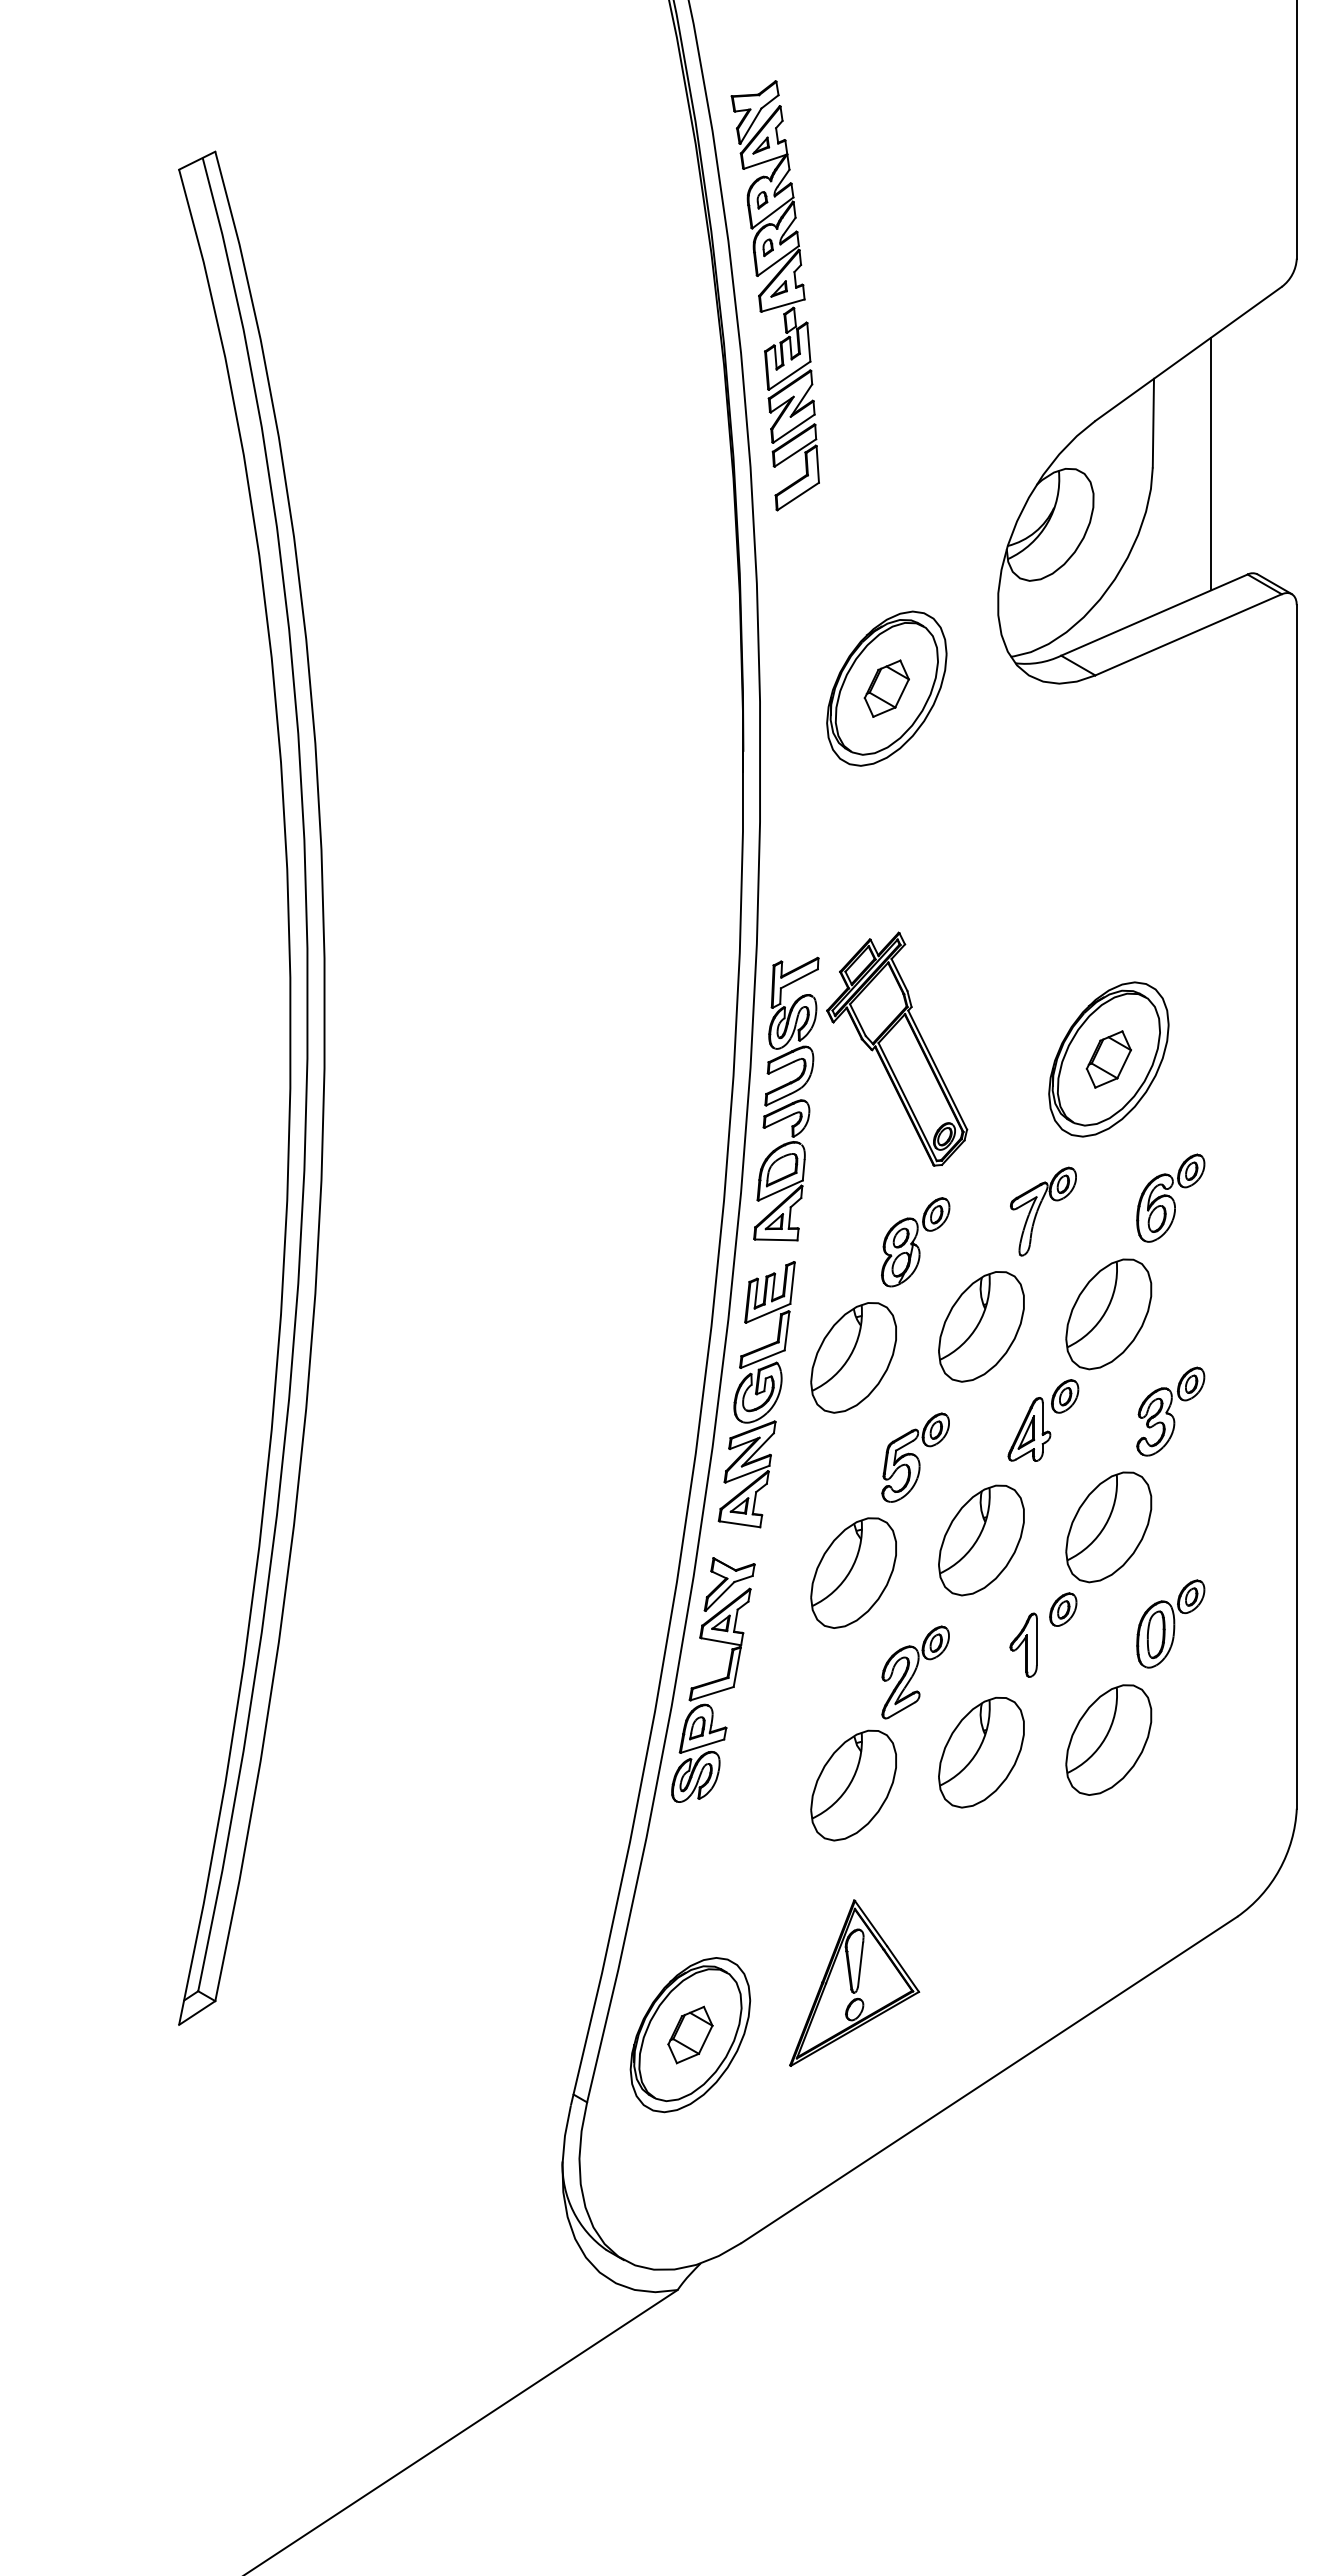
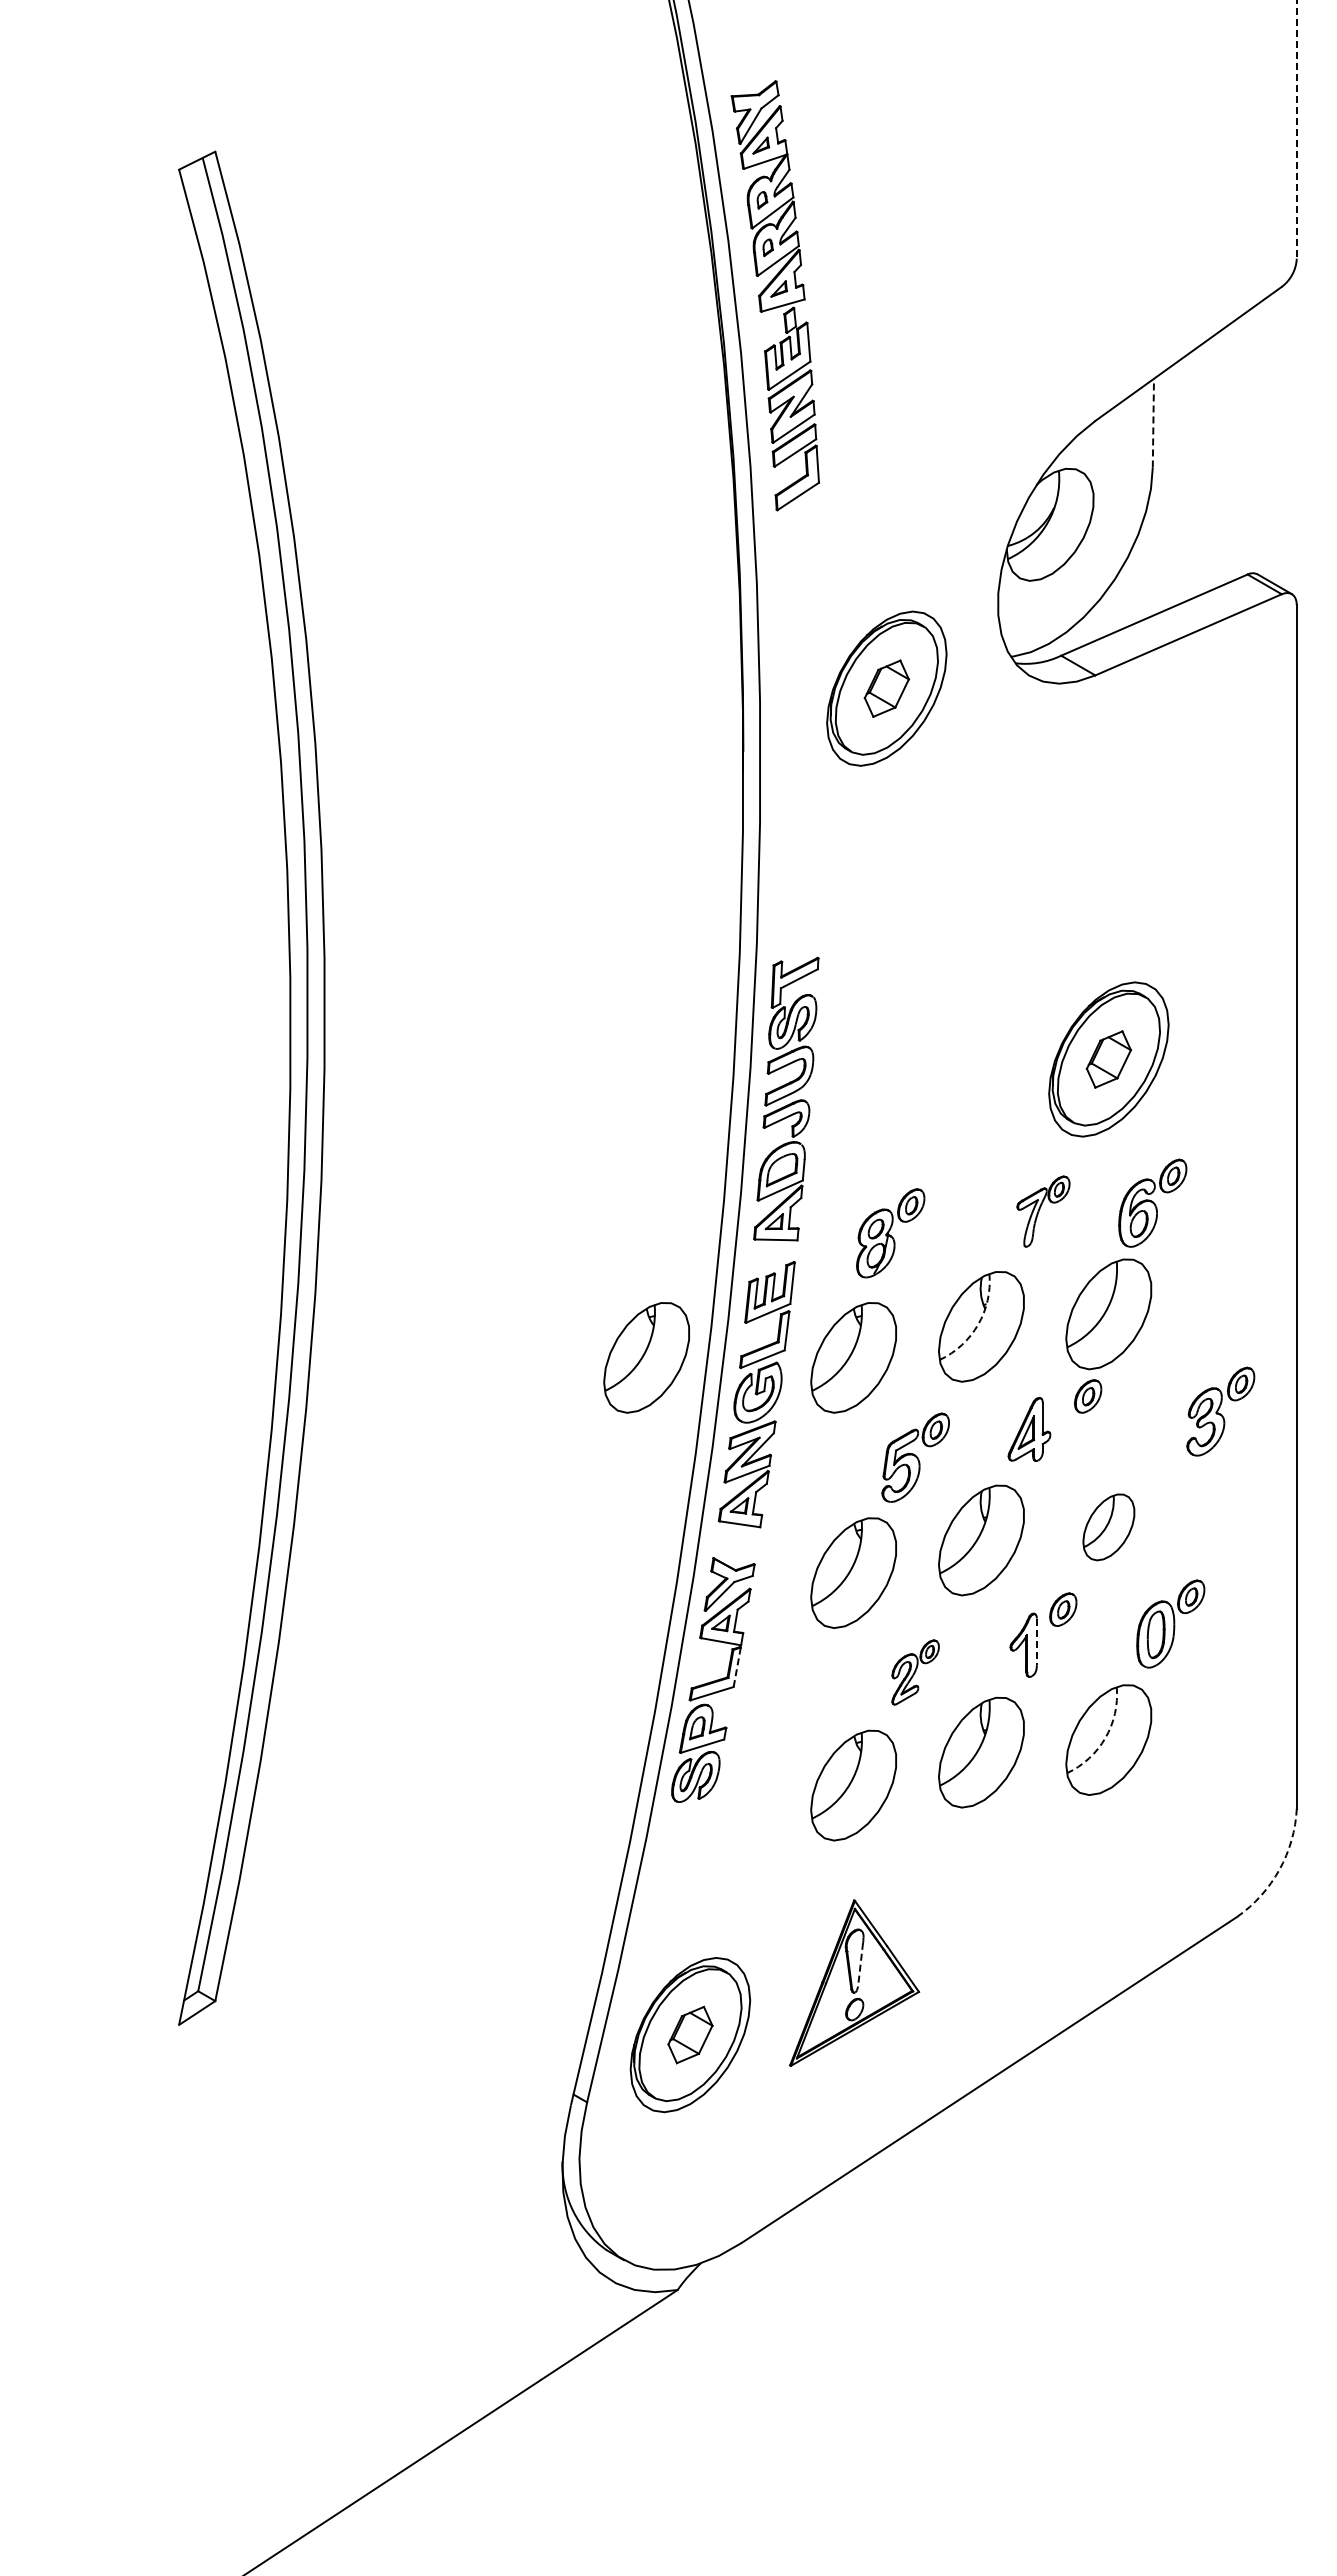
line at (1296, 129): solid -> dashed
line at (1153, 422): solid -> dashed
line at (1211, 463): present -> none
part at (897, 1048): present -> none
part at (1170, 1197) position: (1170, 1197) -> (1152, 1202)
part at (1043, 1211) size: 67x91 px -> 55x73 px
part at (915, 1242) position: (915, 1242) -> (890, 1233)
arc at (978, 1324): solid -> dashed
part at (646, 1357): none -> present
part at (1065, 1396) position: (1065, 1396) -> (1088, 1396)
part at (1170, 1411) position: (1170, 1411) -> (1220, 1411)
part at (1108, 1527) size: 88x113 px -> 54x69 px
line at (1036, 1642): solid -> dashed
line at (737, 1667): solid -> dashed
part at (915, 1672) size: 69x95 px -> 49x67 px
arc at (1105, 1737): solid -> dashed
arc at (1279, 1869): solid -> dashed
line at (860, 1964): solid -> dashed
